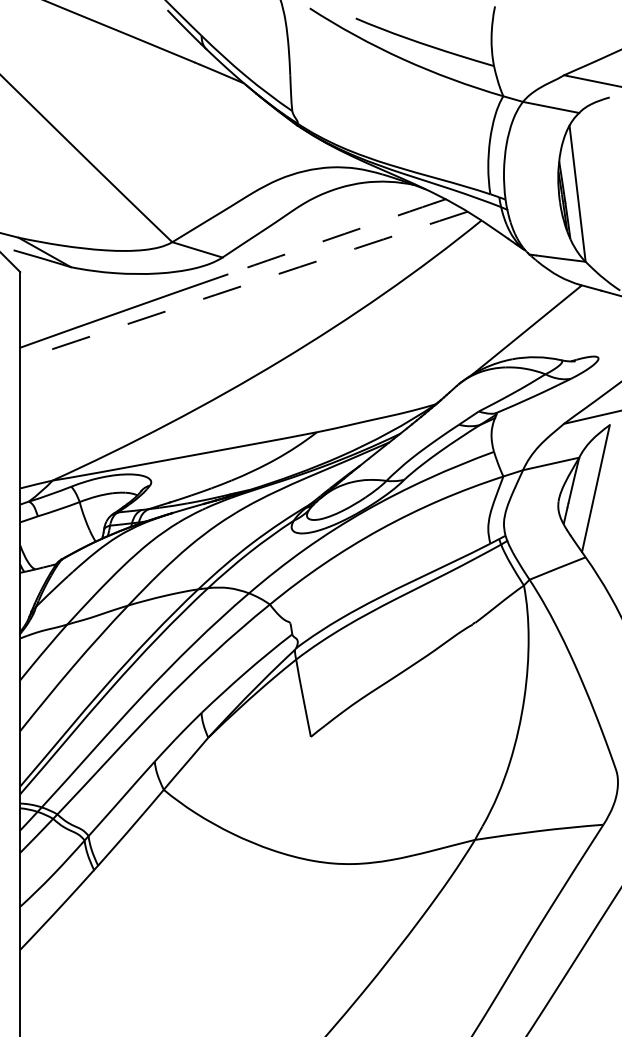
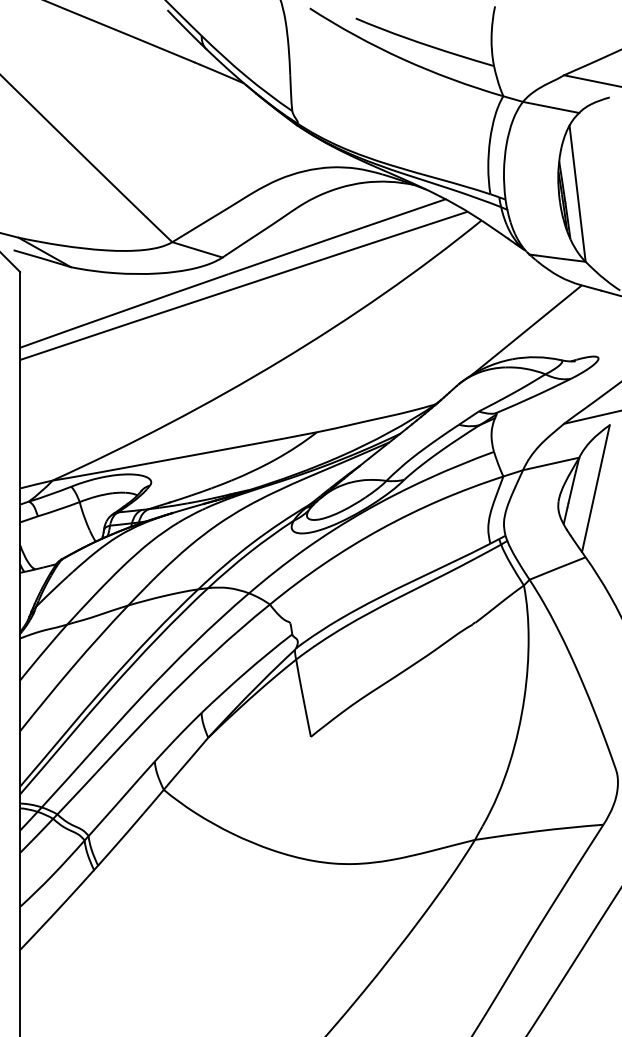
arc at (331, 238): dashed -> solid
arc at (243, 285): dashed -> solid
